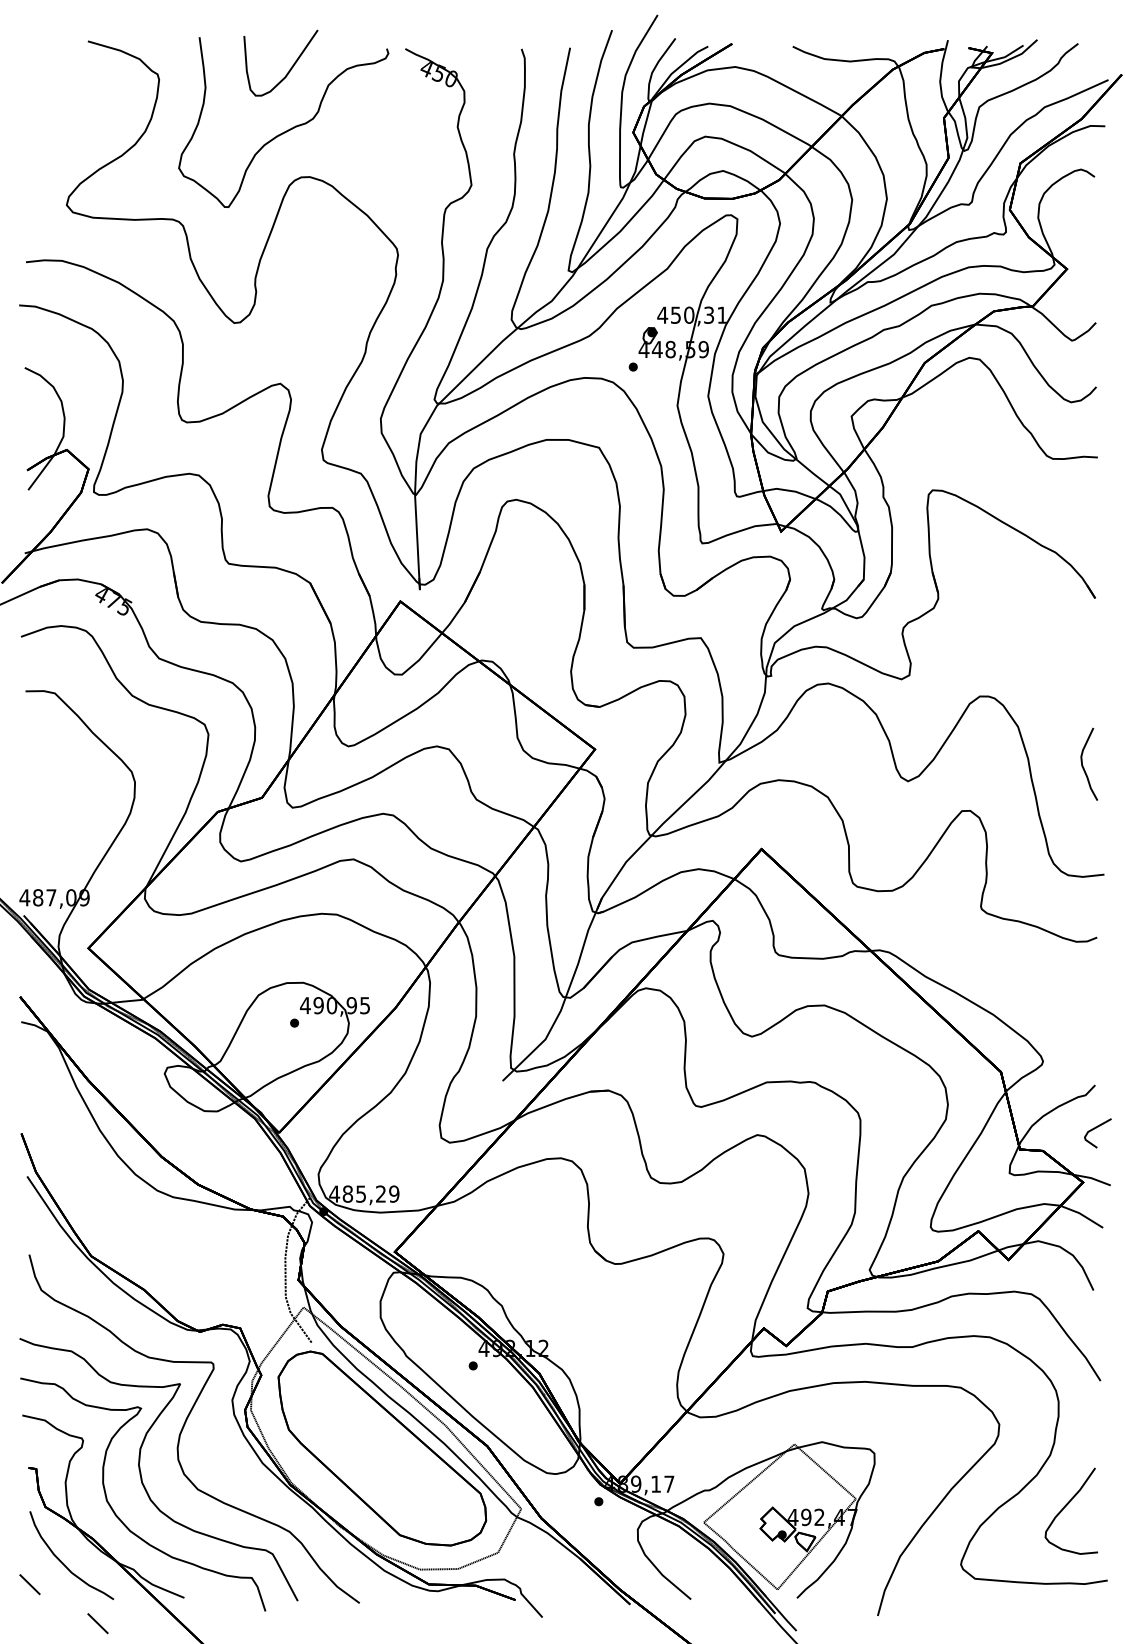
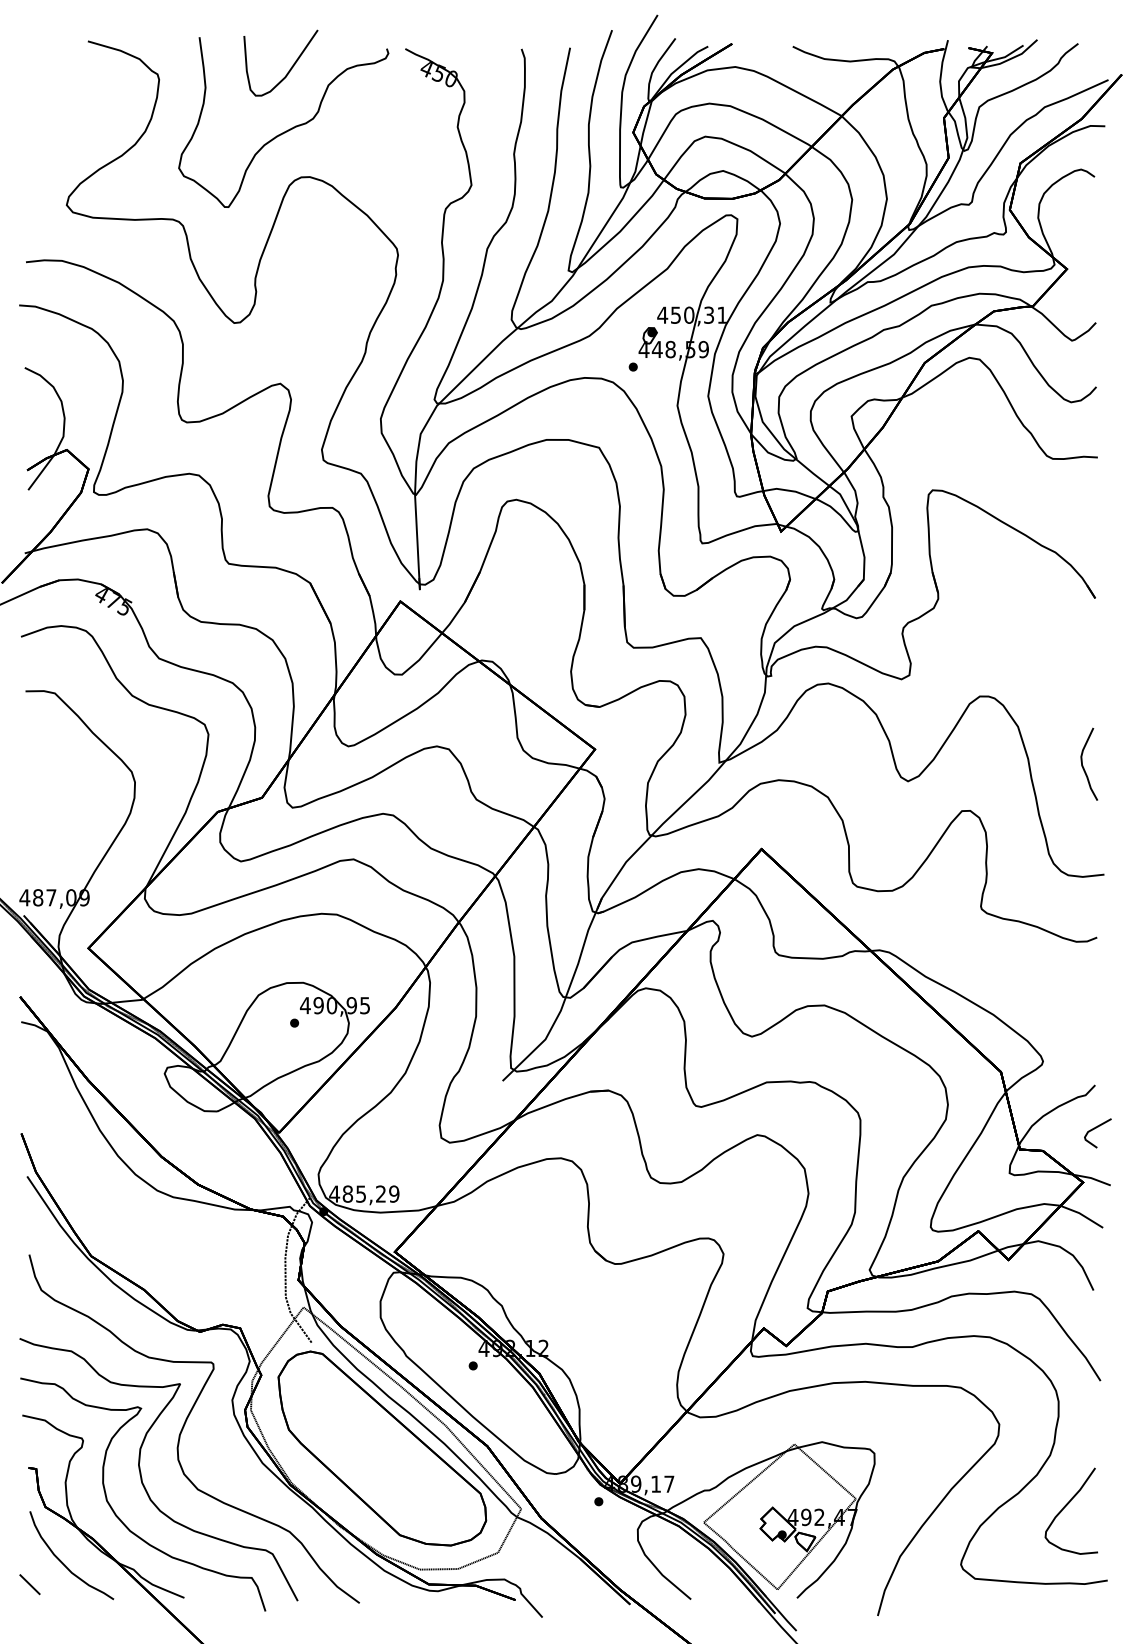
line at (97, 1623): present -> none
